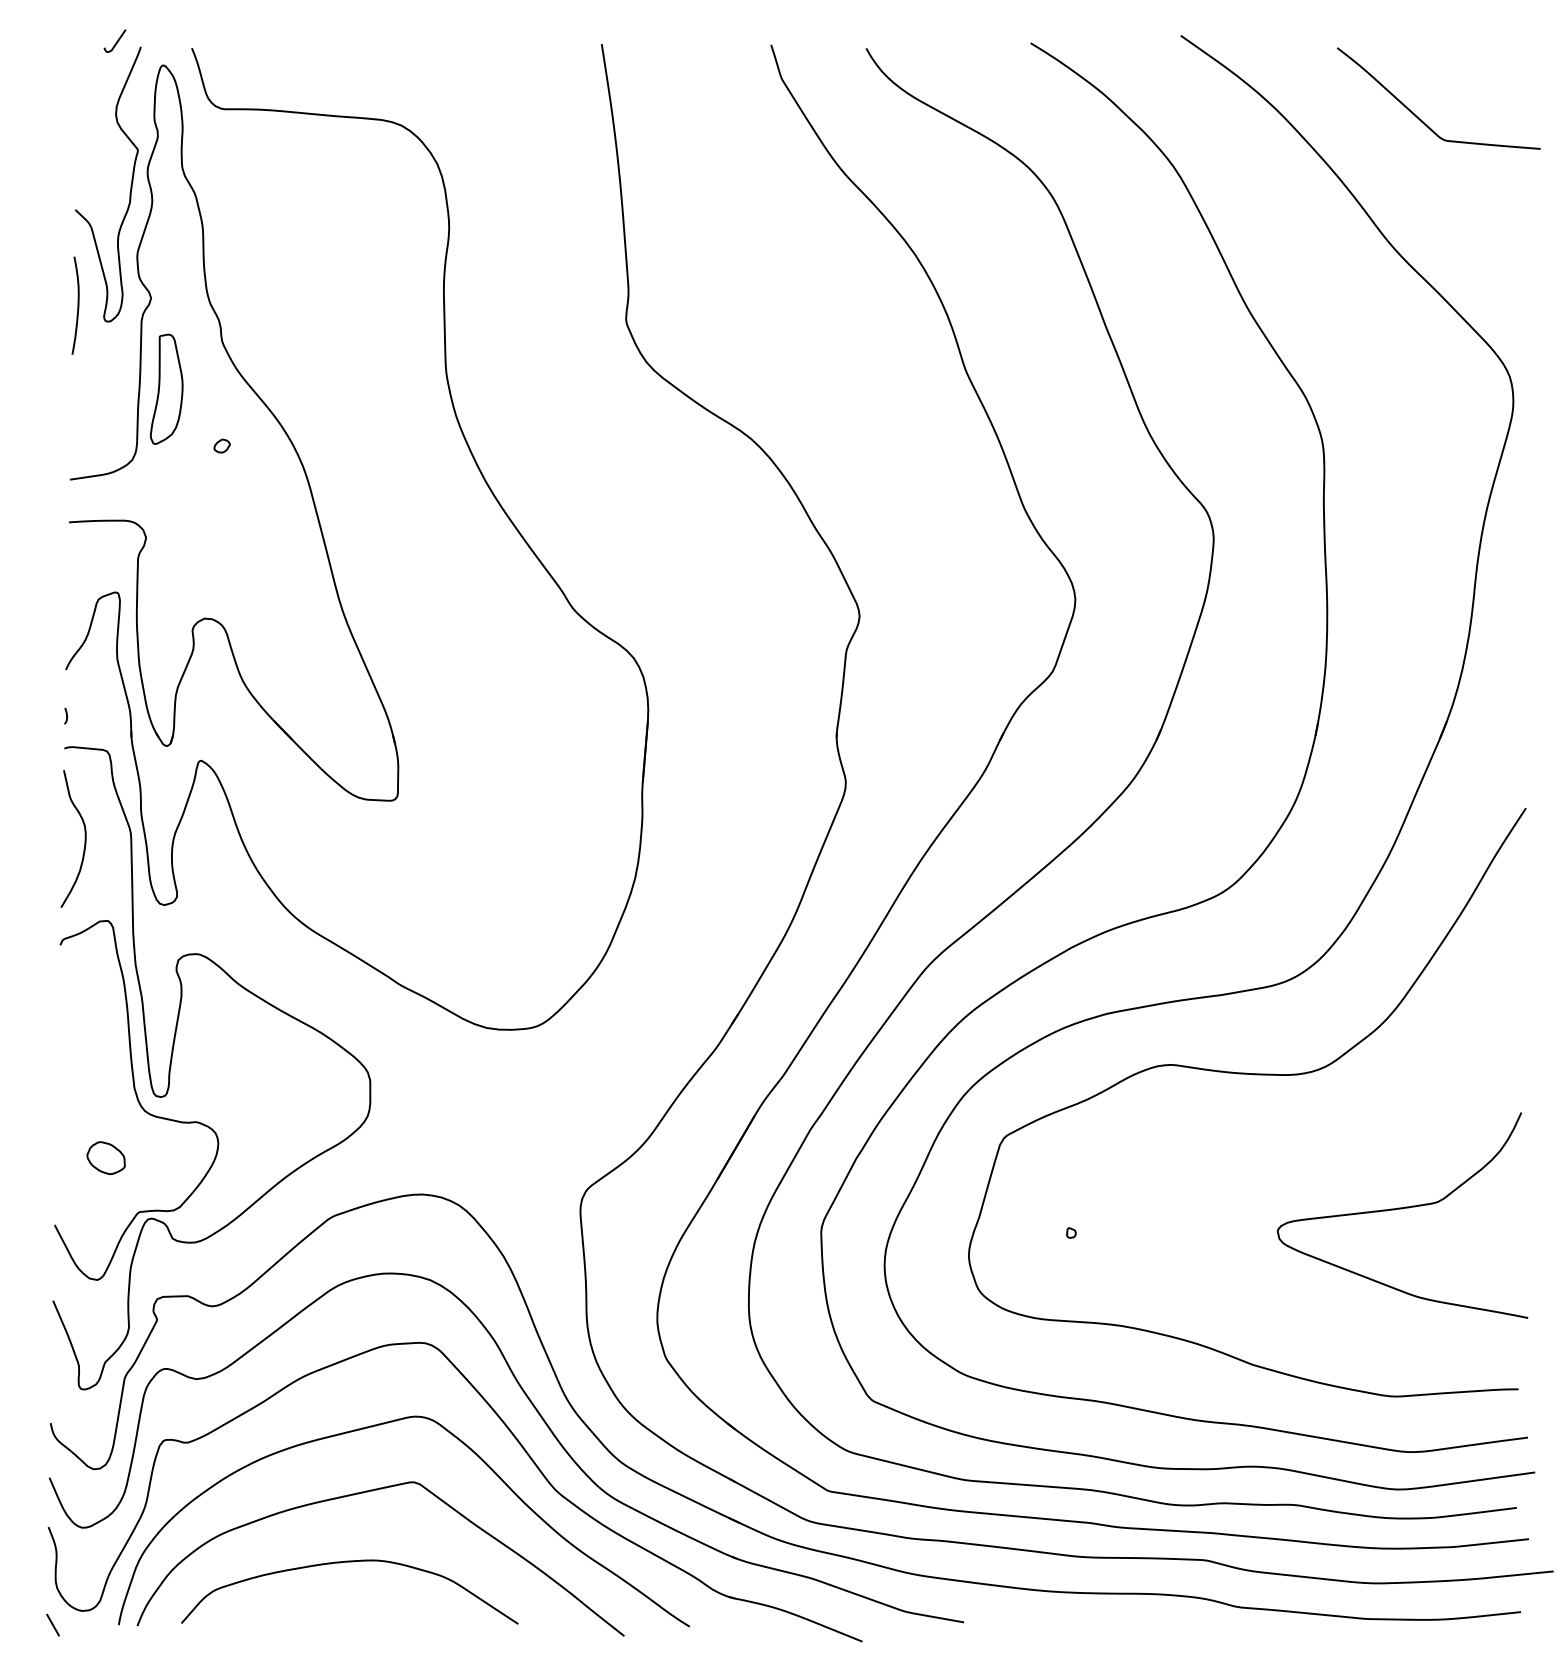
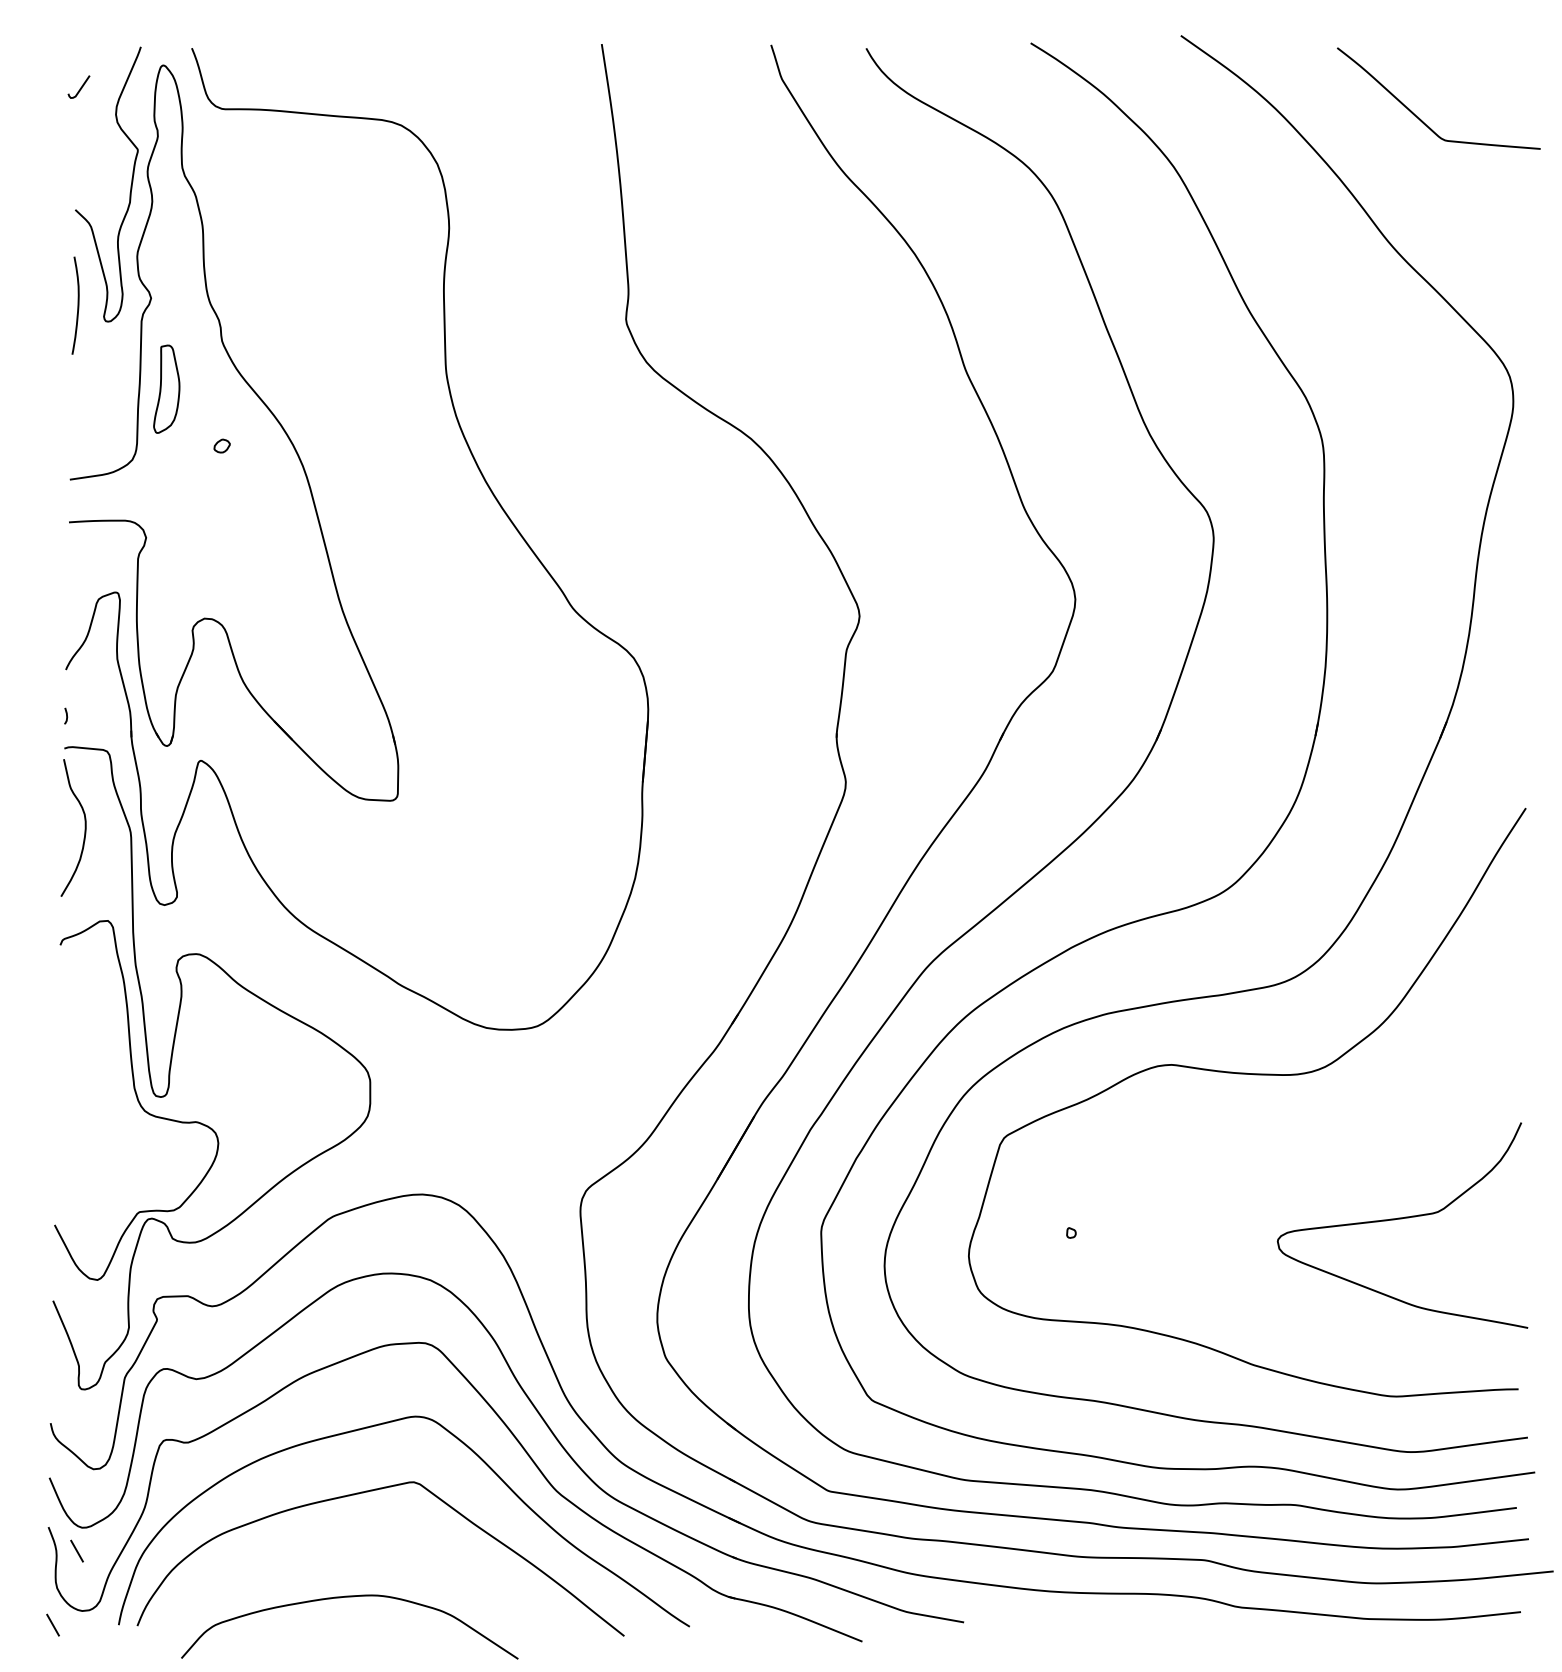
curve at (116, 41) position: (116, 41) -> (80, 87)
part at (166, 388) size: 34x112 px -> 28x90 px
curve at (84, 838) position: (84, 838) -> (84, 827)
part at (105, 1158): present -> none
curve at (1402, 1209) position: (1402, 1209) -> (1402, 1219)
line at (76, 1550): none -> present
curve at (349, 1562) position: (349, 1562) -> (349, 1597)
